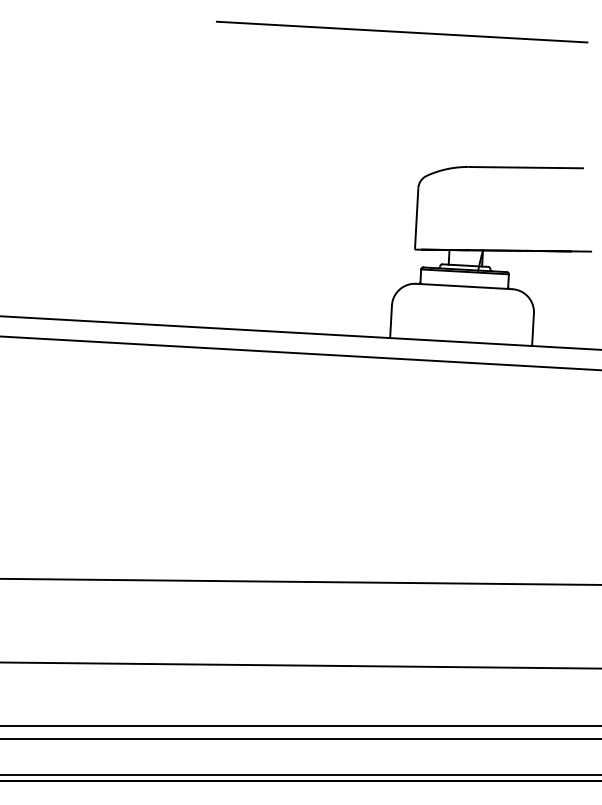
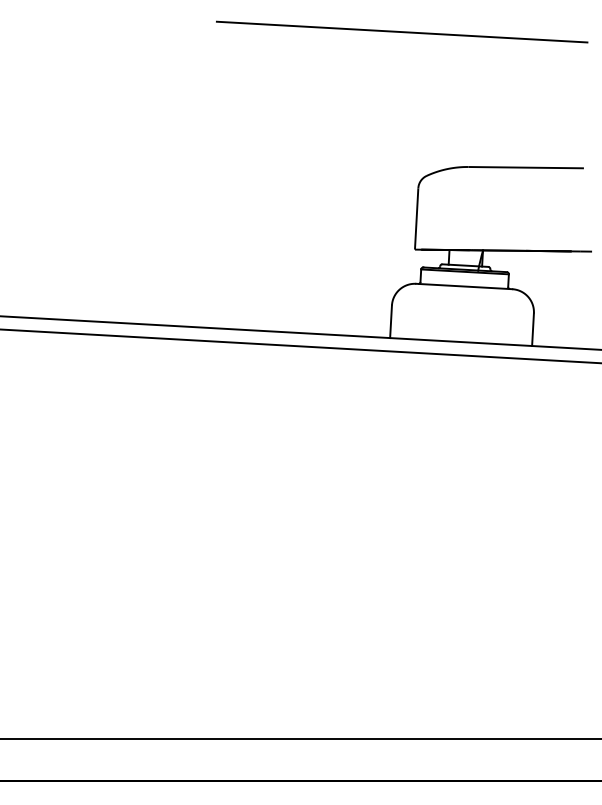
line at (300, 353) position: (300, 353) -> (300, 346)
line at (300, 581): present -> none
line at (300, 665): present -> none
line at (300, 726): present -> none
line at (300, 774): present -> none
